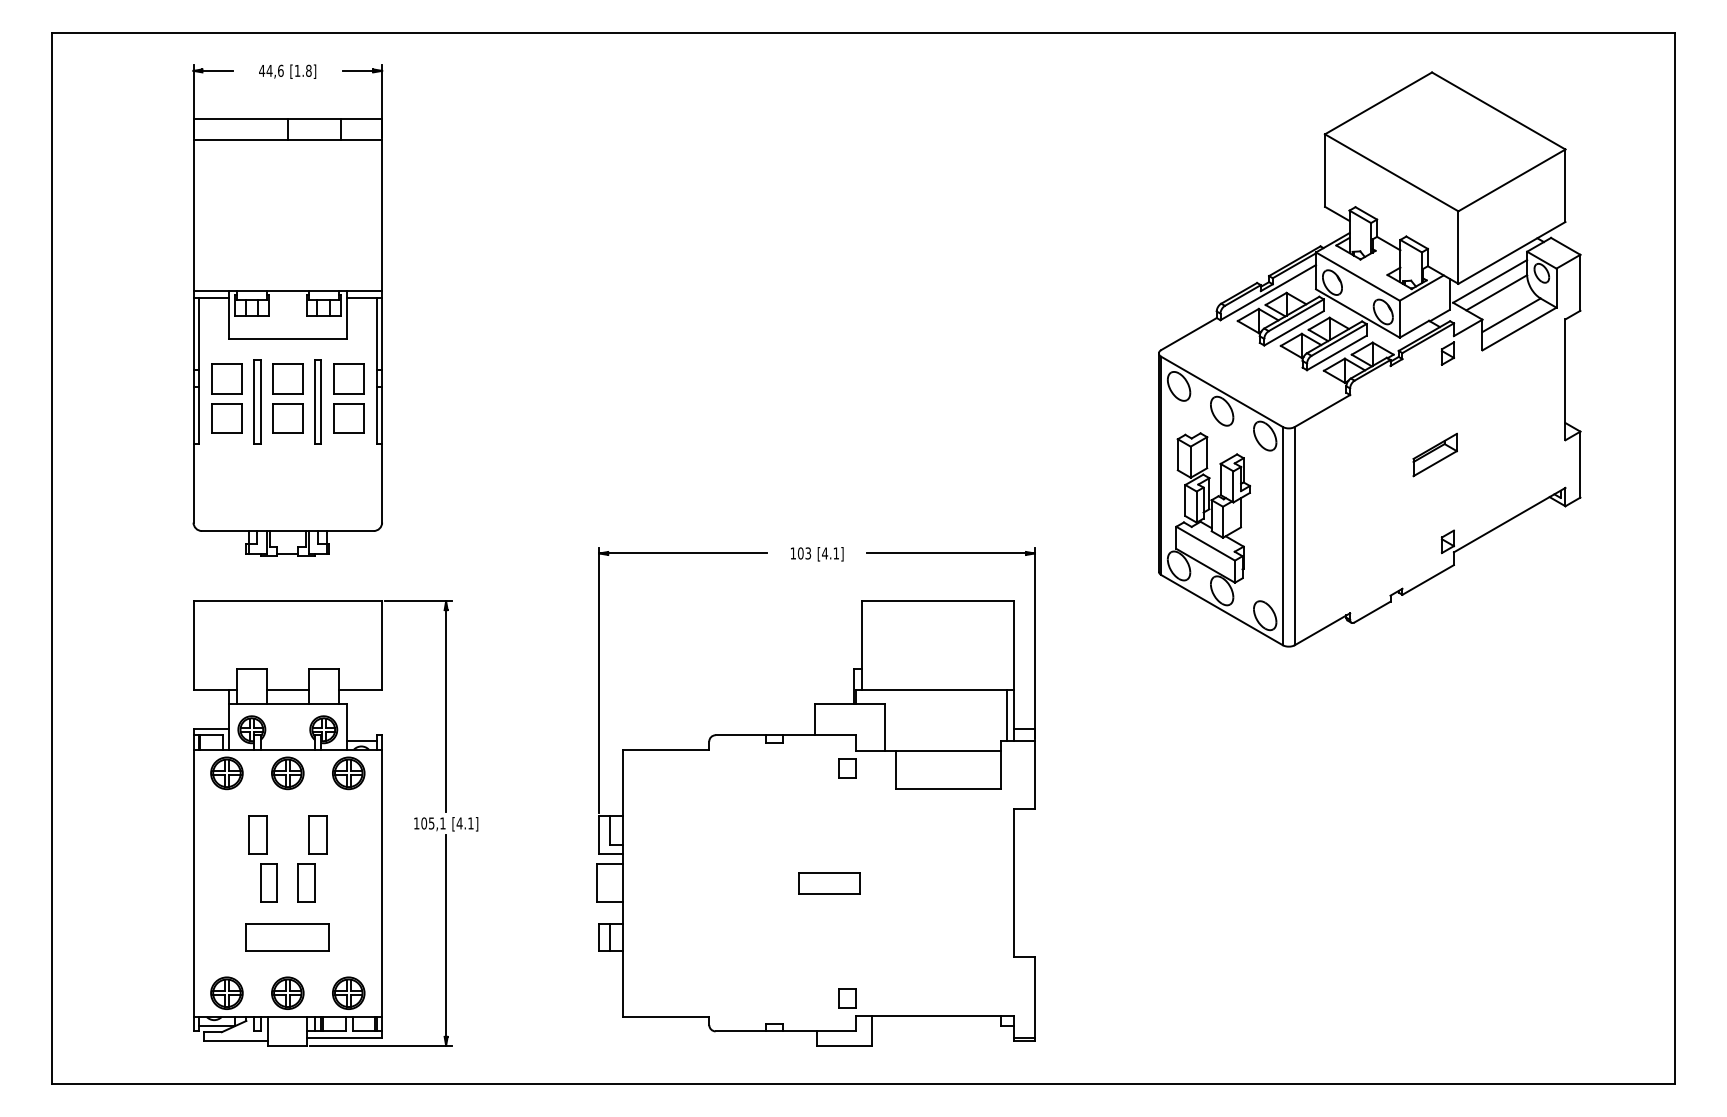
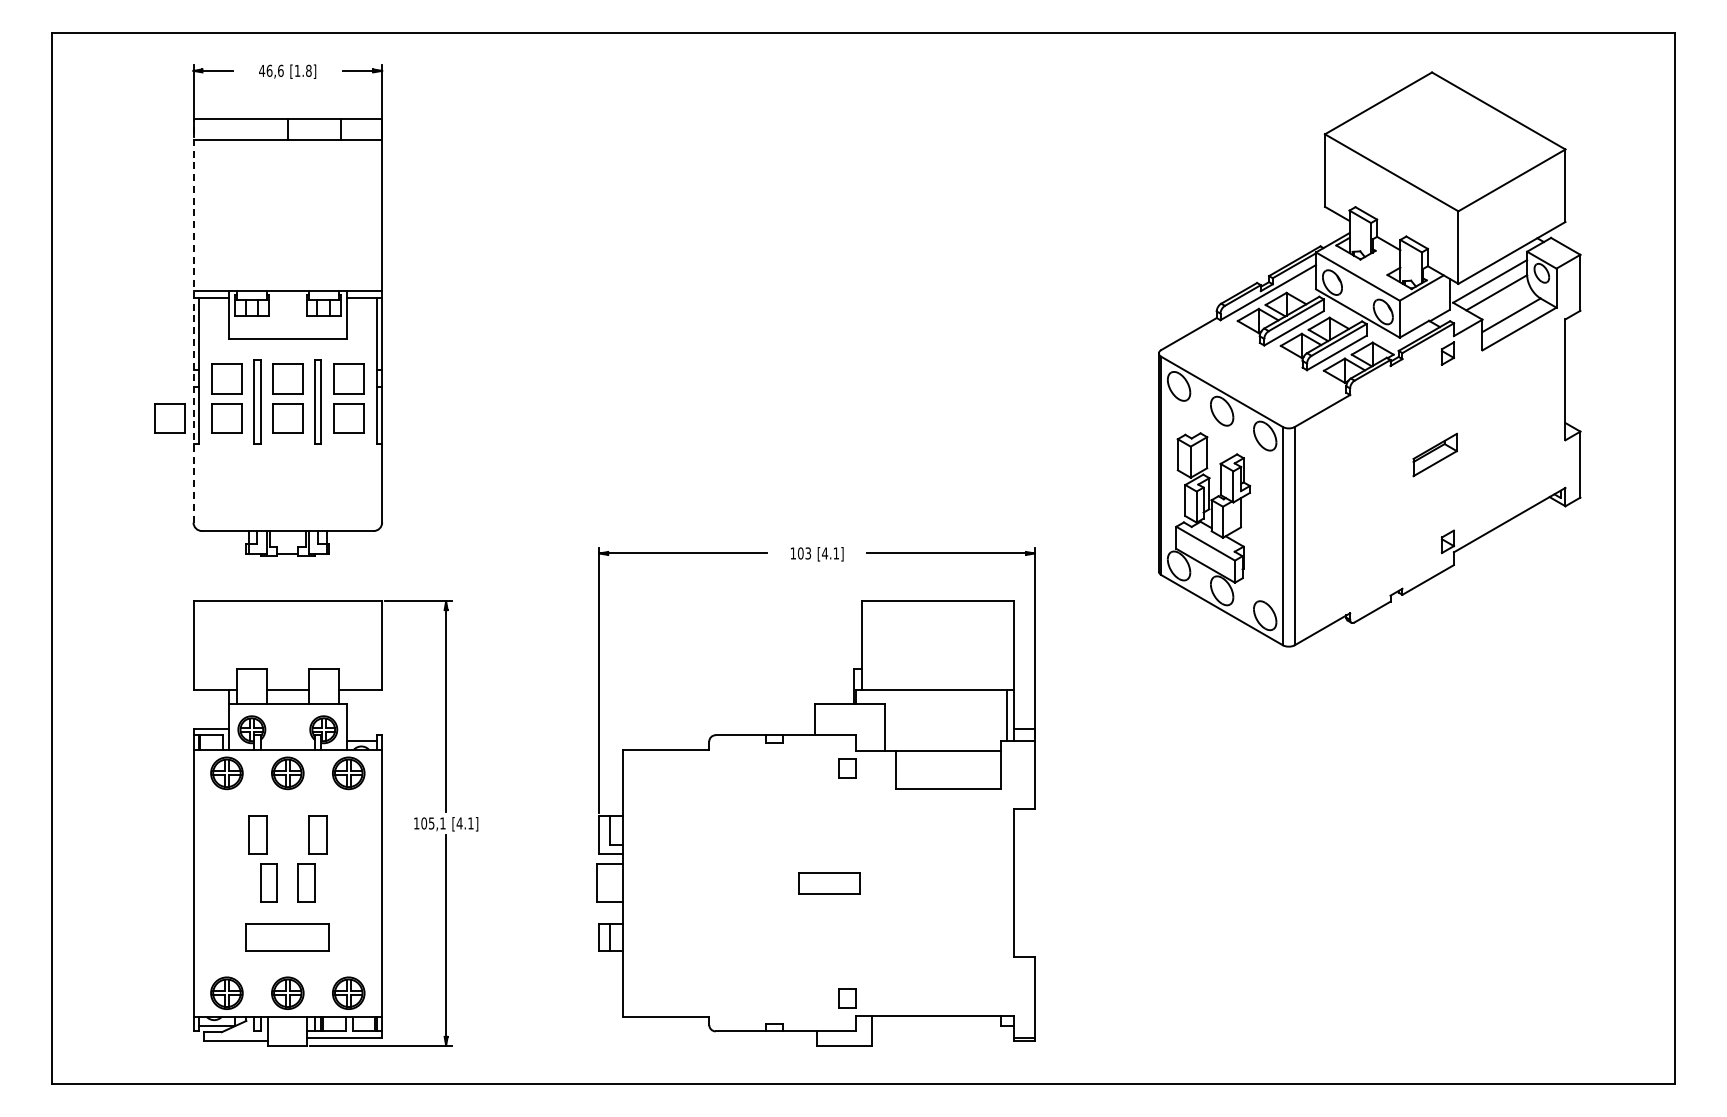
text at (269, 70): 44,6 -> 46,6
line at (193, 320): solid -> dashed
part at (169, 418): none -> present
